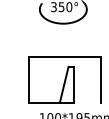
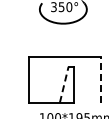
line at (100, 79): solid -> dashed
line at (64, 84): solid -> dashed
